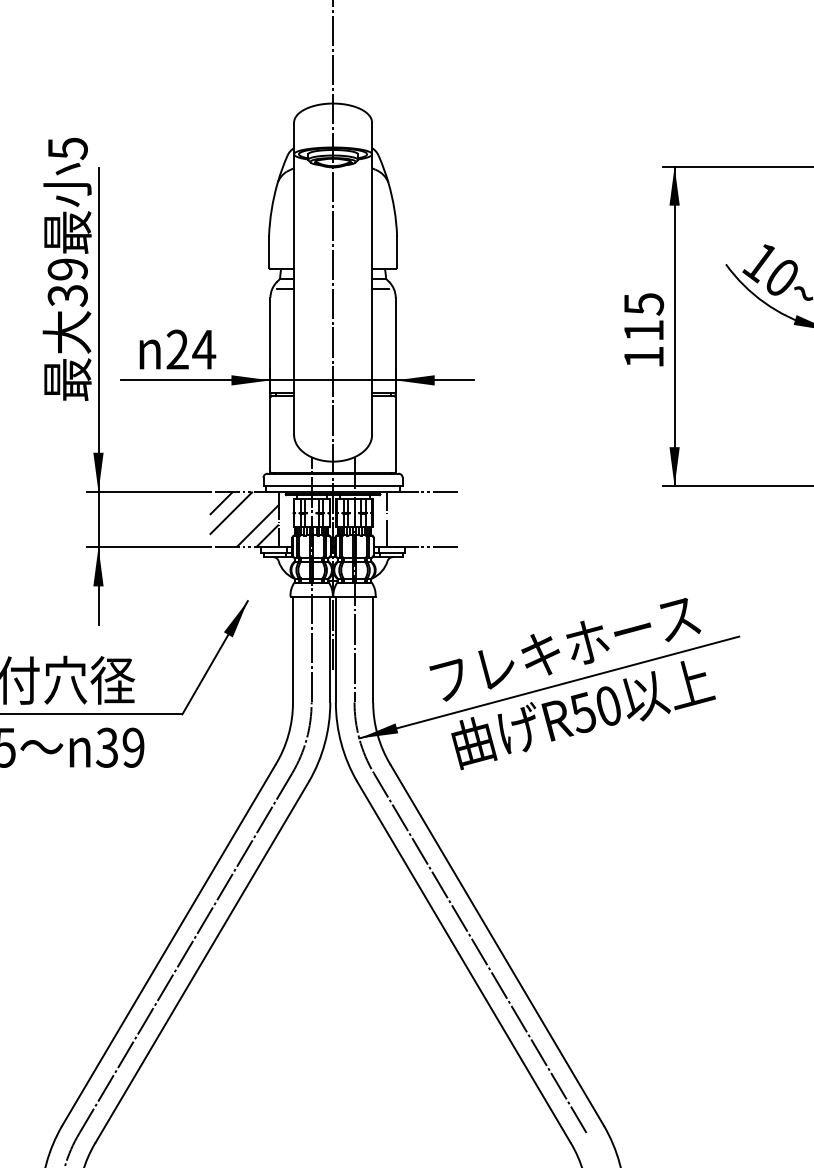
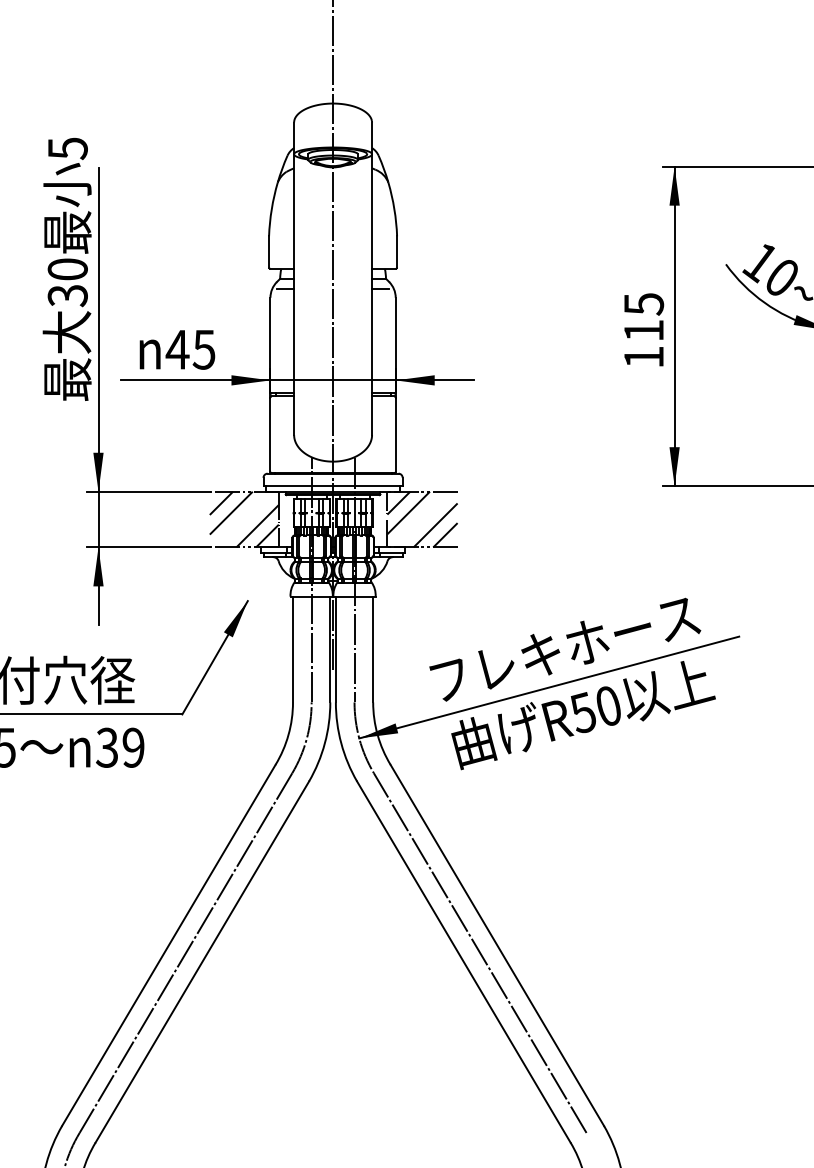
text at (67, 269): 39 -> 30
text at (190, 349): 24 -> 45
hatch at (422, 519): none -> present
